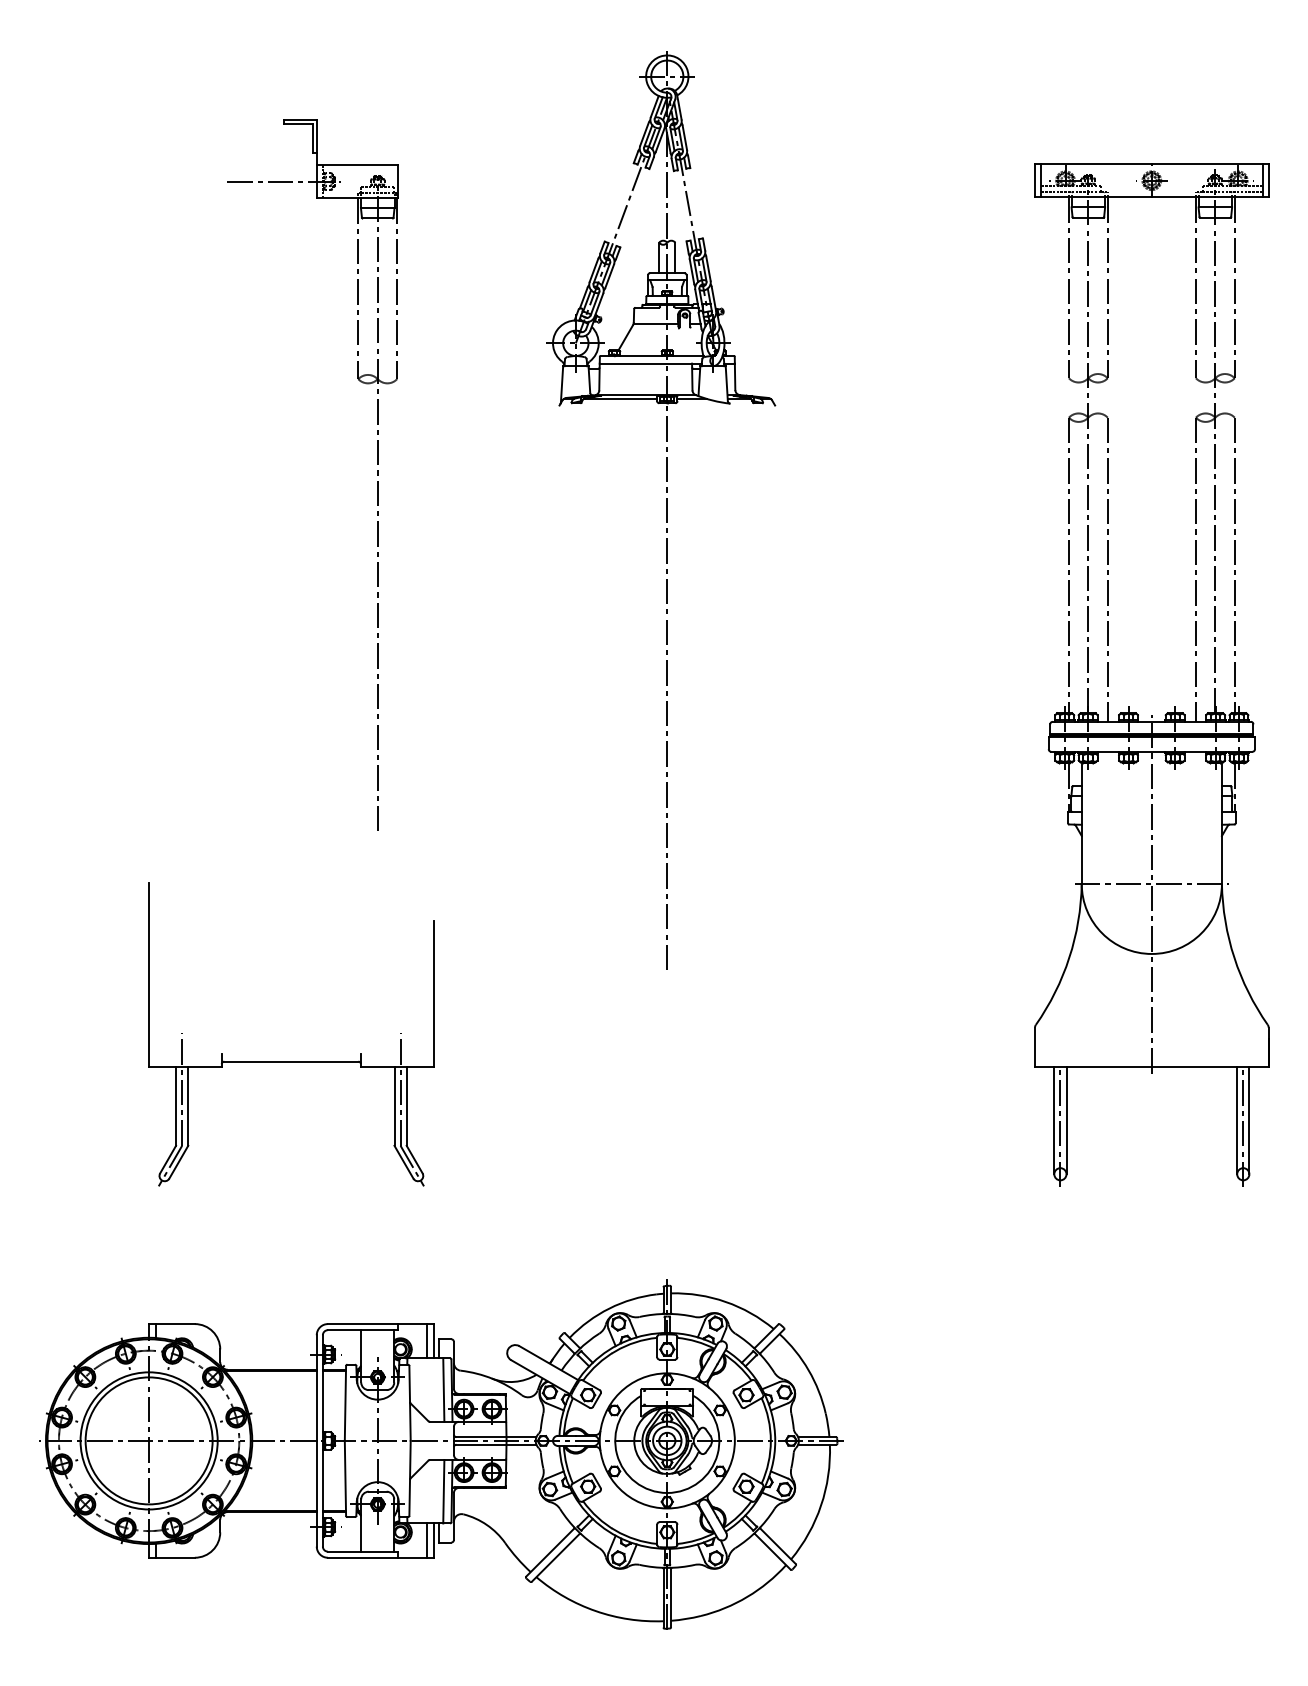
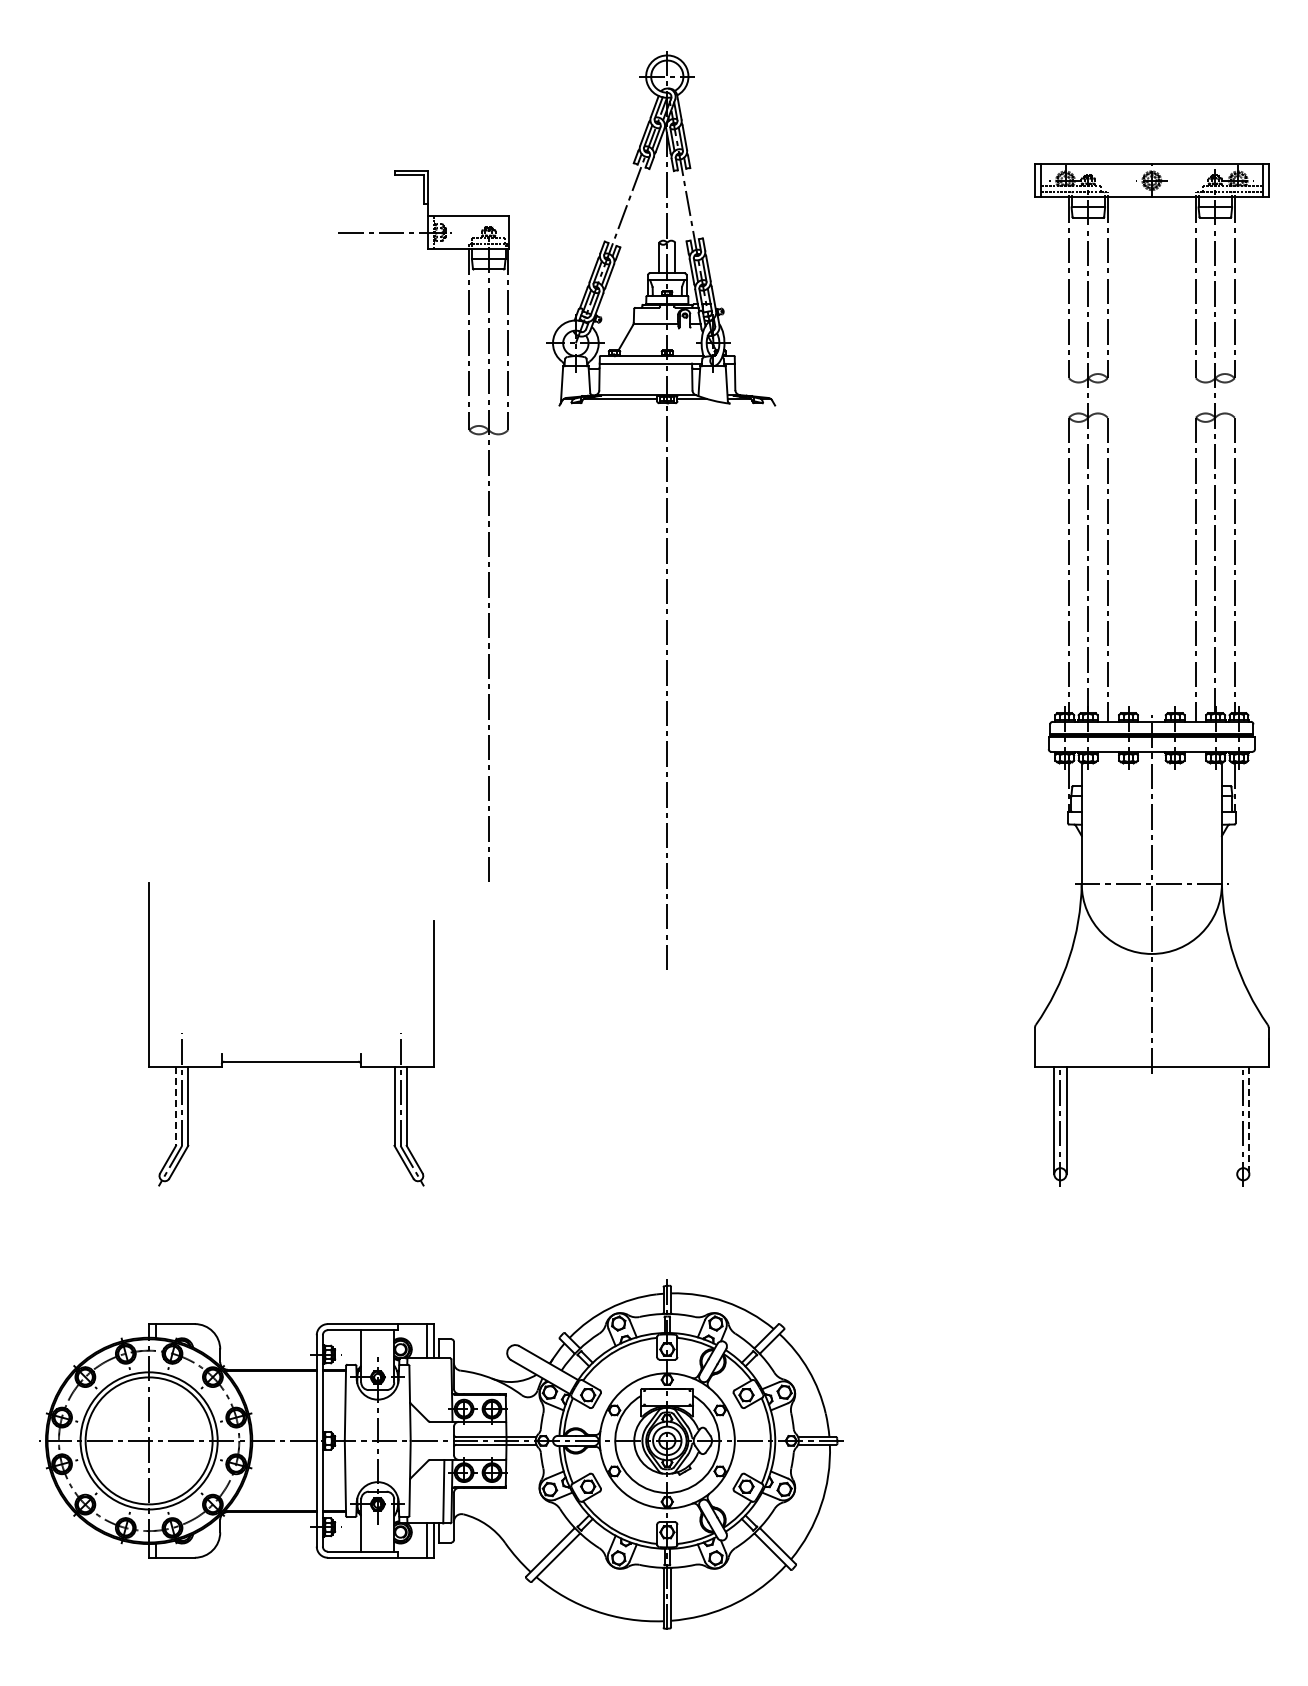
part at (377, 474) position: (377, 474) -> (488, 525)
line at (176, 1106): solid -> dashed
line at (1237, 1120): present -> none
line at (1249, 1120): solid -> dashed
line at (443, 1389): present -> none
